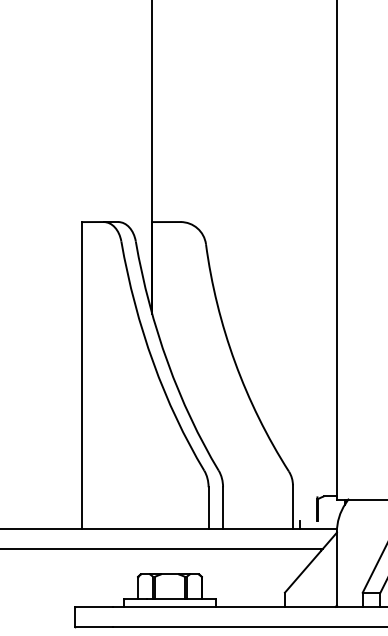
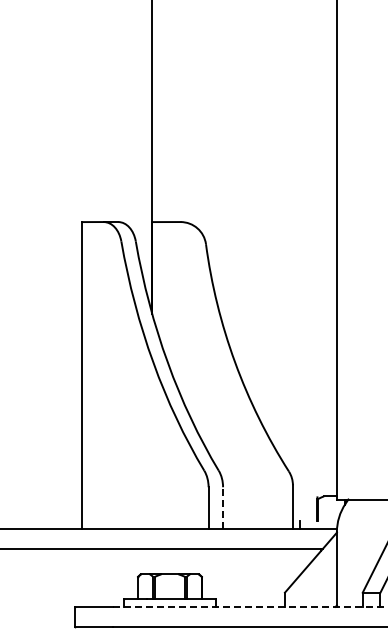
line at (223, 508): solid -> dashed
line at (250, 606): solid -> dashed
